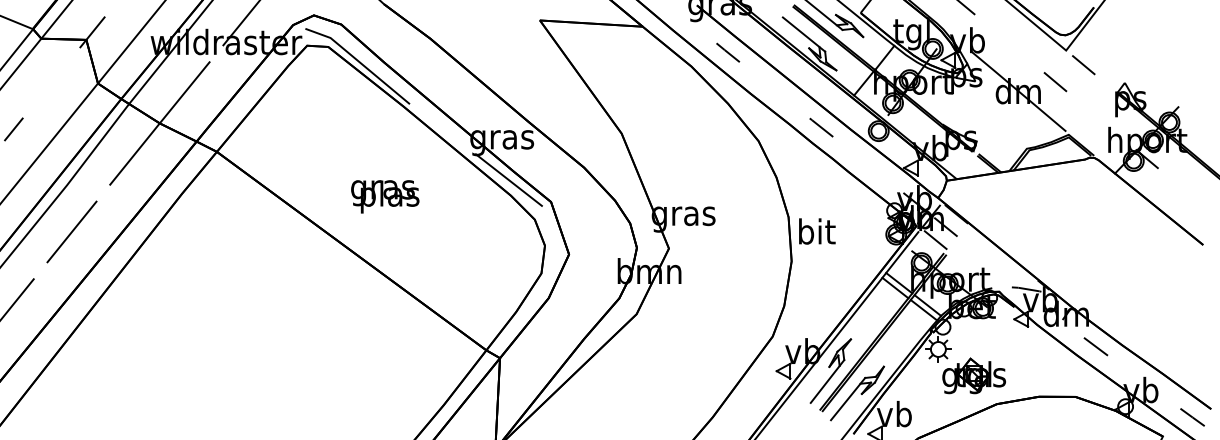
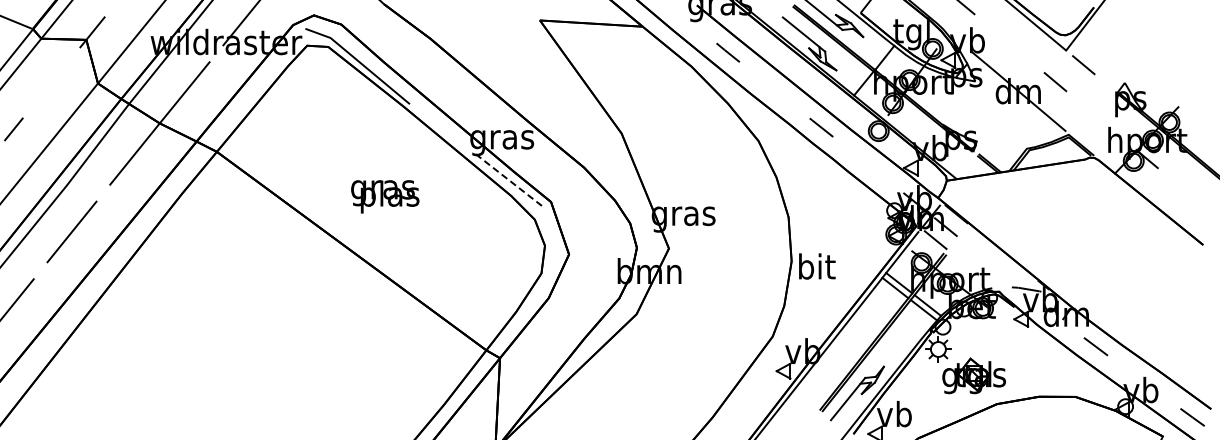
line at (508, 180): solid -> dashed
text at (817, 231) position: (817, 231) -> (817, 266)
part at (830, 370): present -> none
